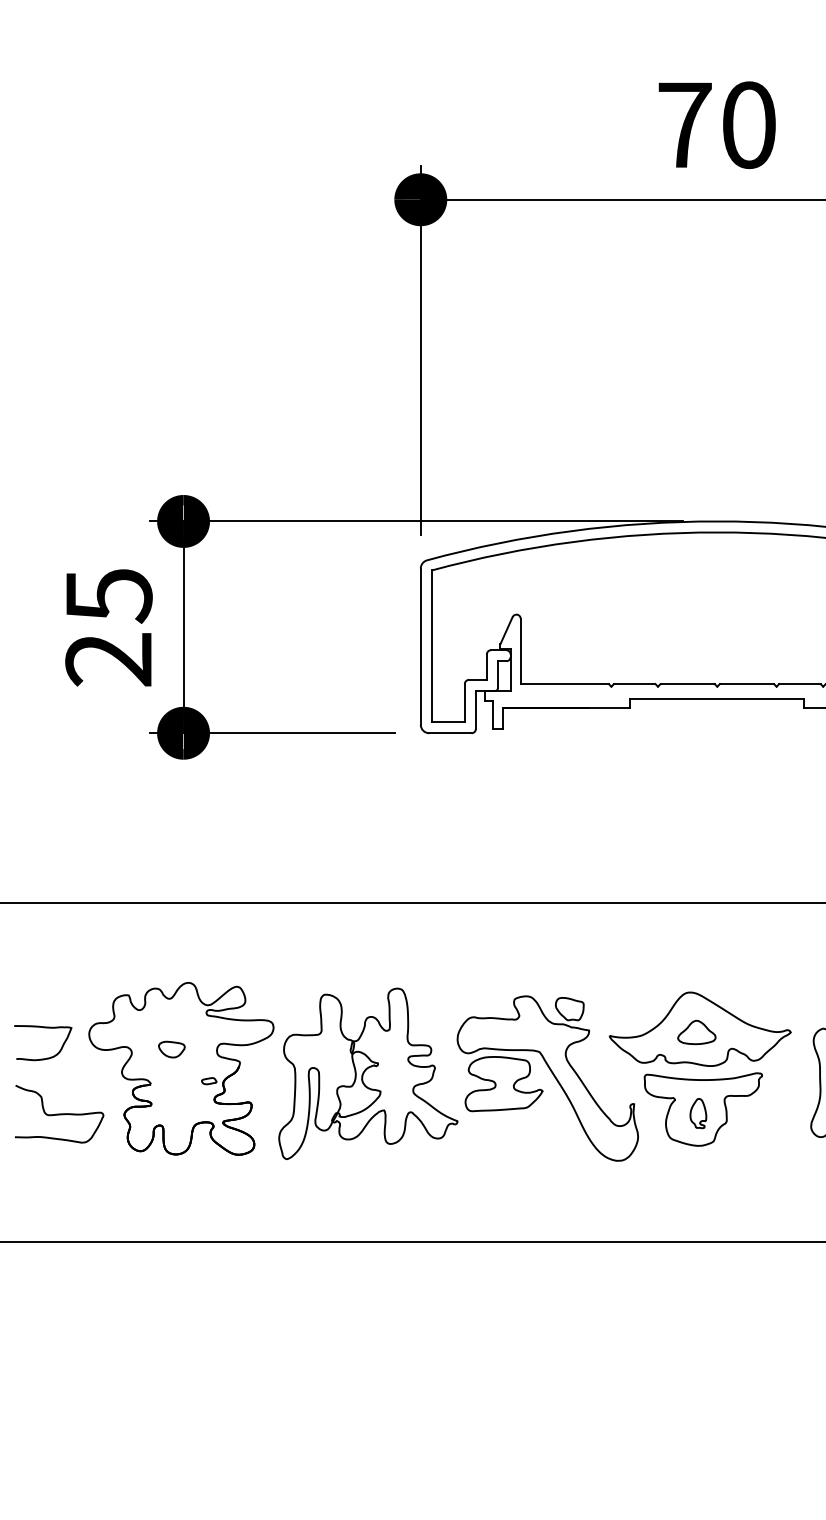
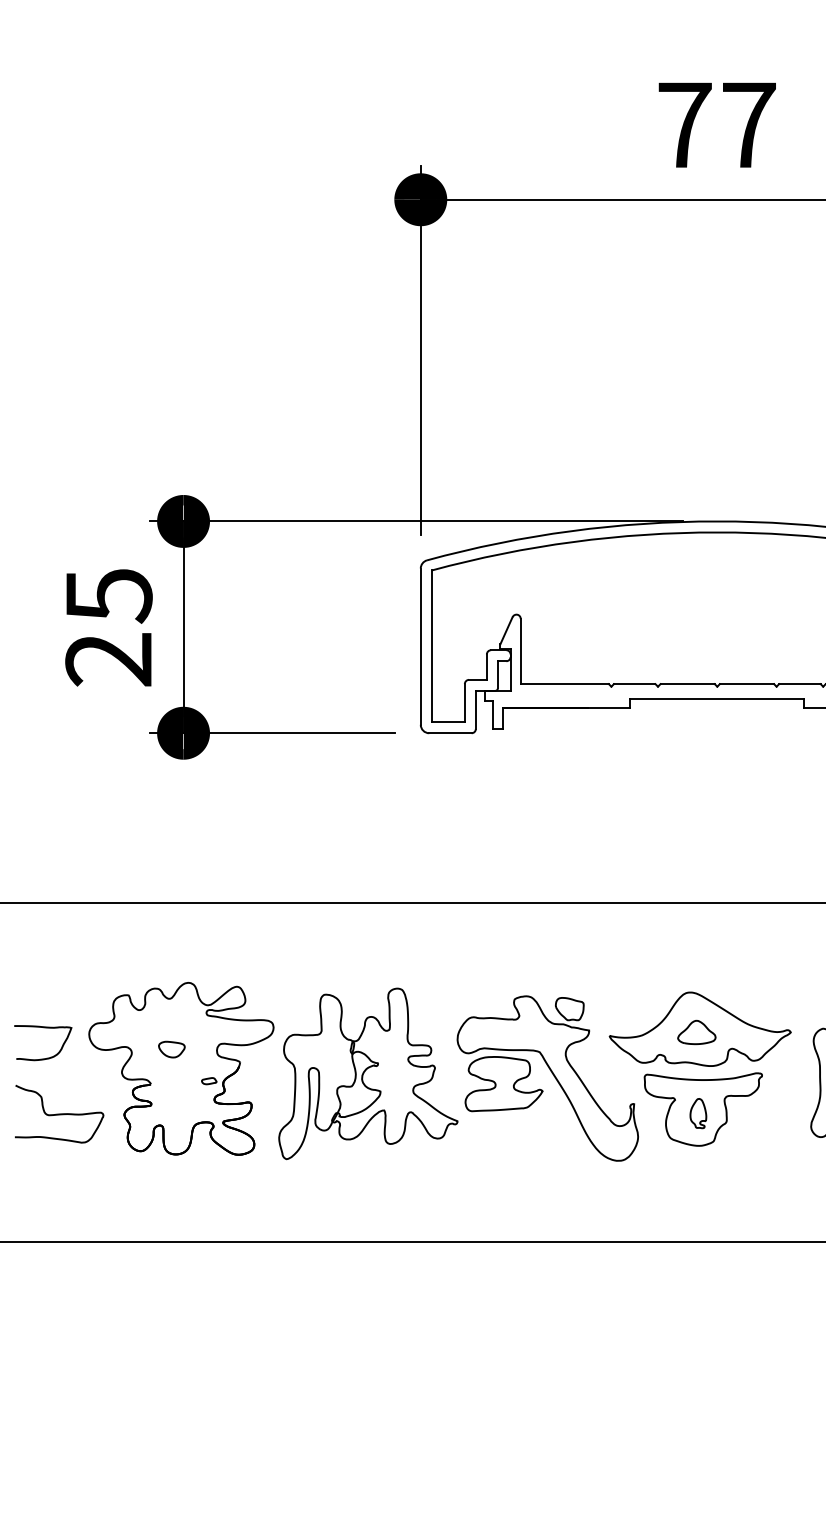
text at (749, 124): 70 -> 77
